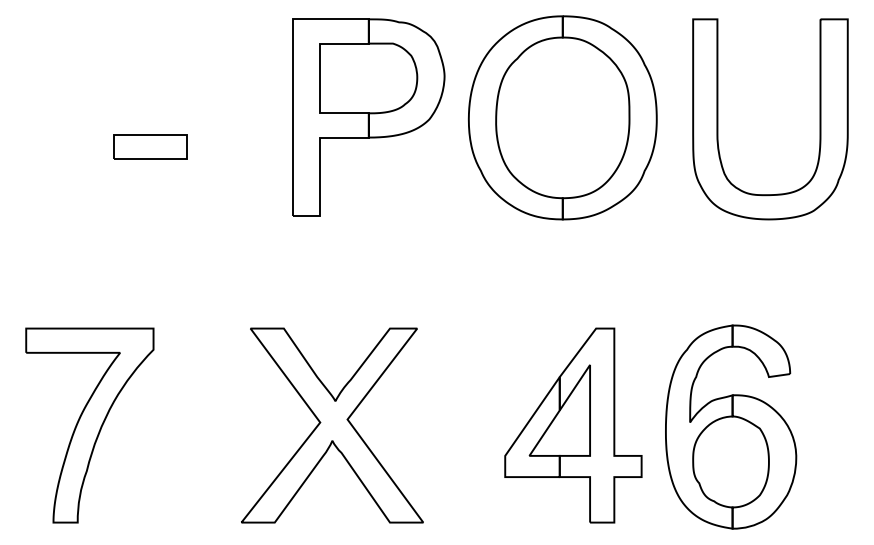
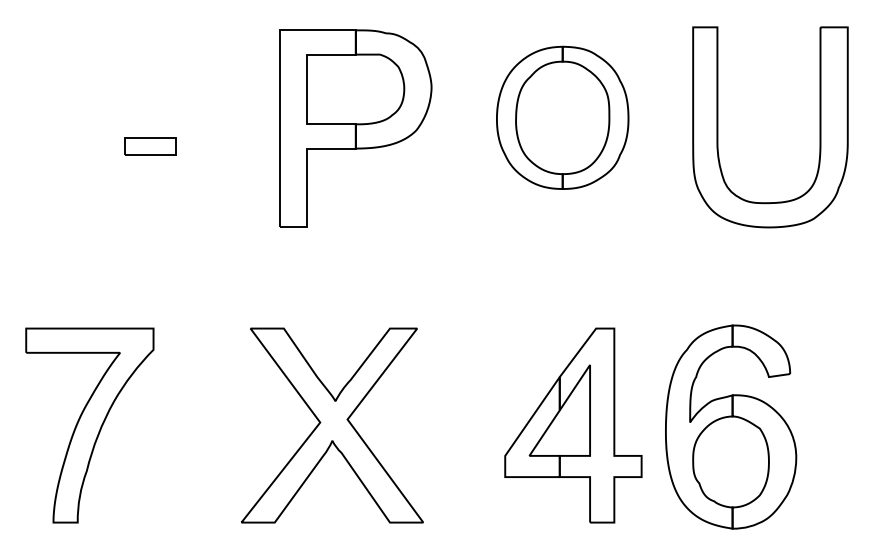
part at (368, 117) position: (368, 117) -> (355, 128)
part at (562, 117) size: 191x206 px -> 134x145 px
part at (819, 119) position: (819, 119) -> (819, 127)
part at (150, 146) size: 75x26 px -> 53x19 px
